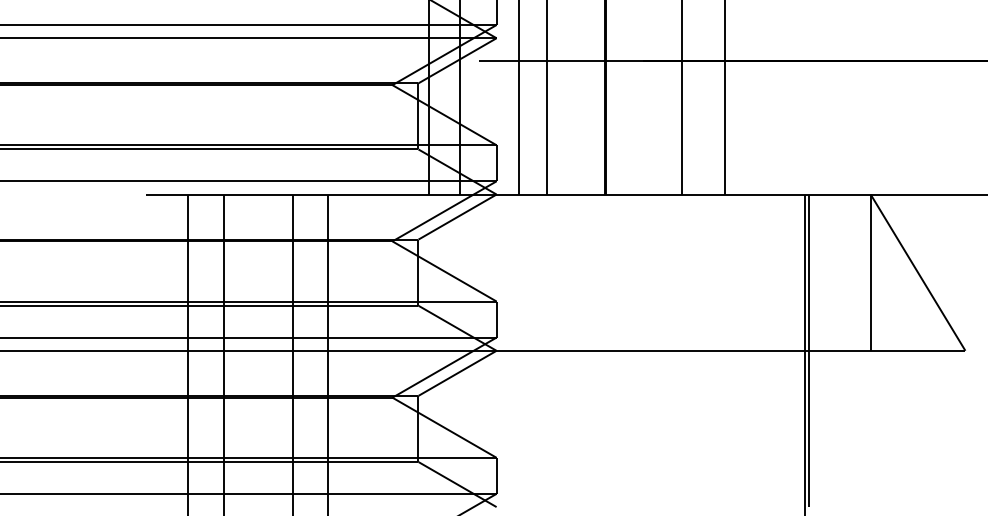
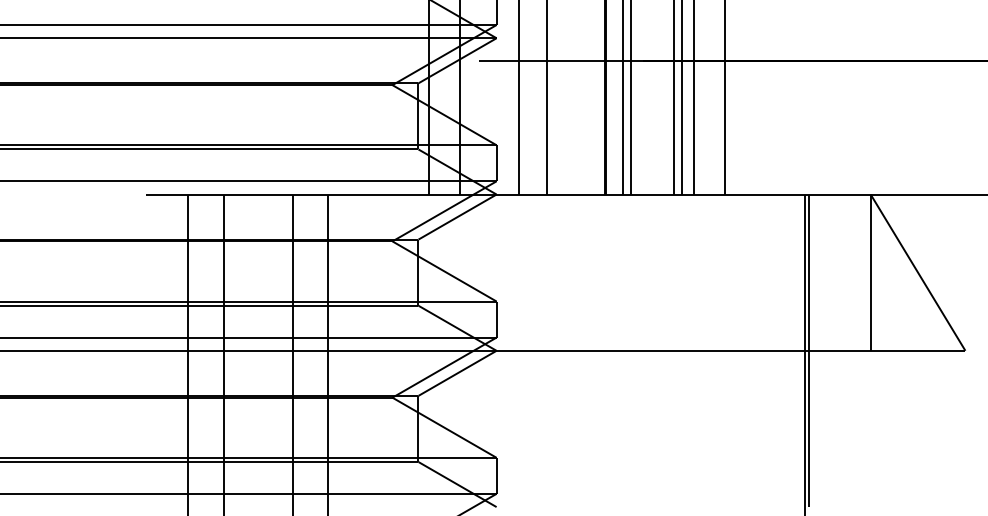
line at (622, 98): none -> present
line at (630, 98): none -> present
line at (673, 98): none -> present
line at (693, 98): none -> present
